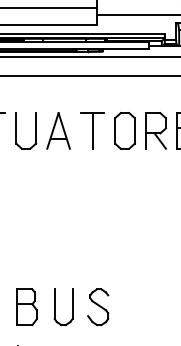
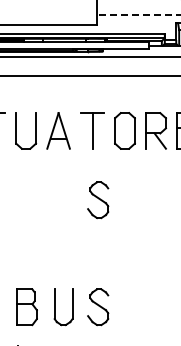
line at (49, 8): present -> none
line at (138, 14): solid -> dashed
part at (98, 200): none -> present
